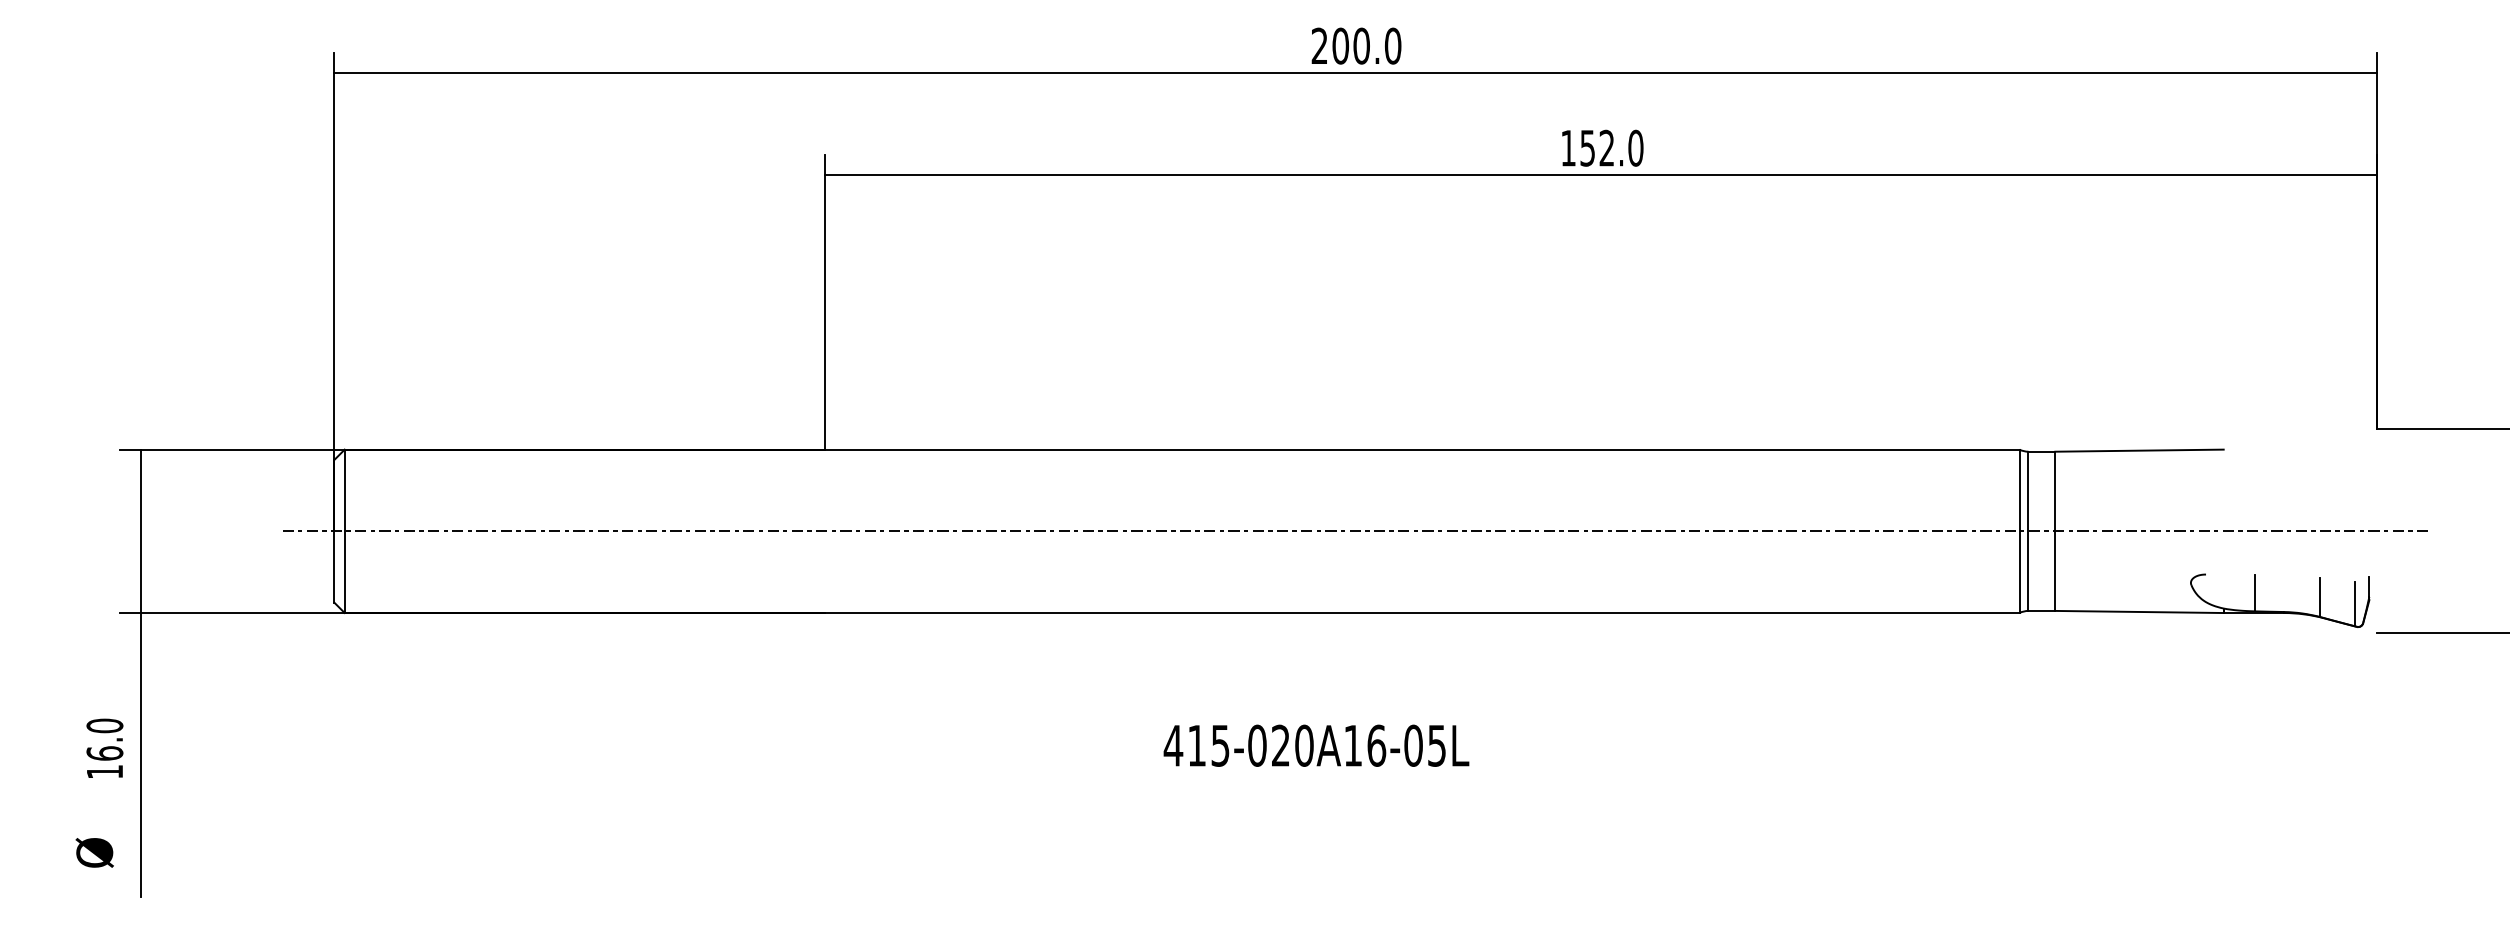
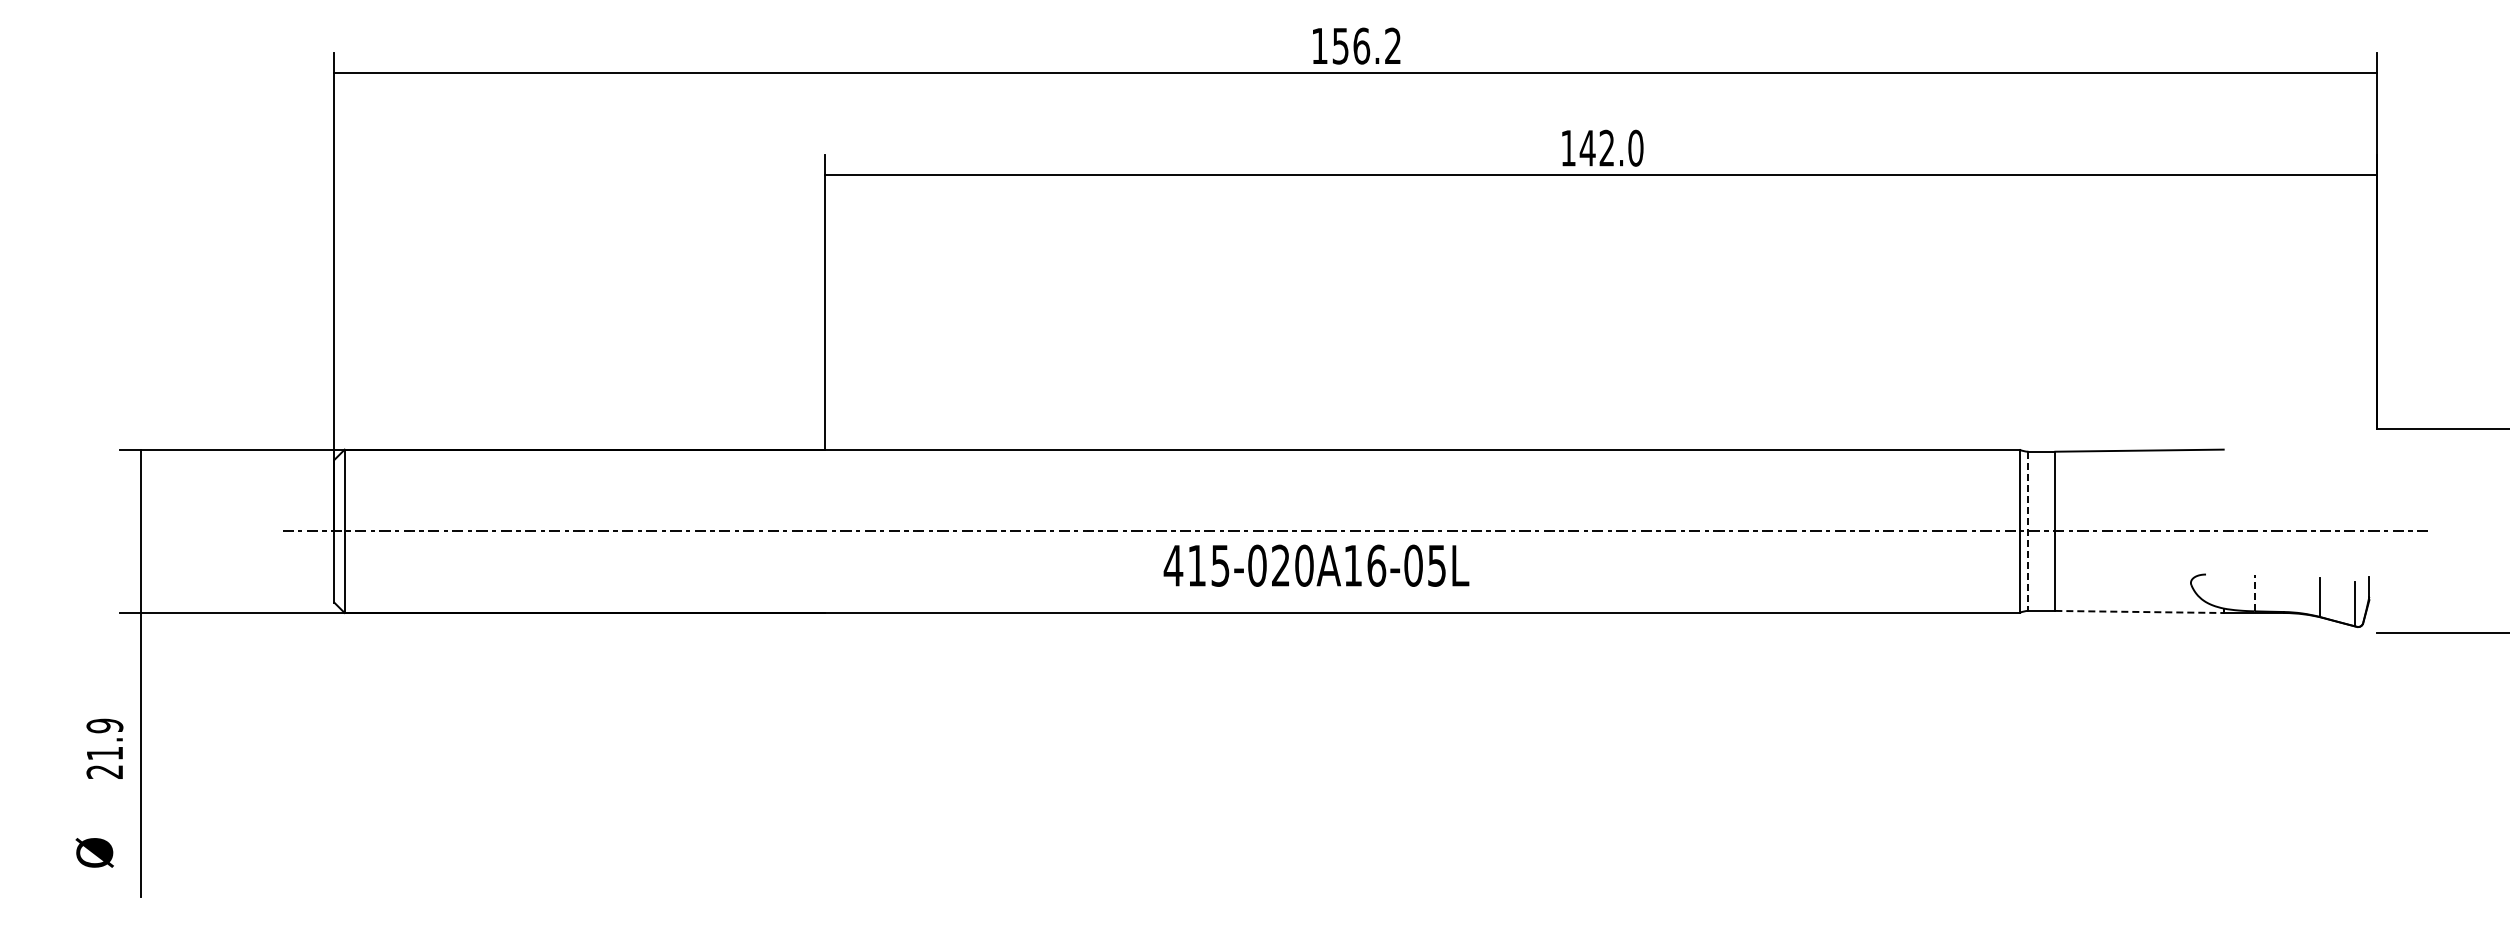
text at (1356, 45): 200.0 -> 156.2
text at (1587, 148): 152.0 -> 142.0
line at (2028, 531): solid -> dashed
line at (2254, 592): solid -> dashed
line at (2140, 611): solid -> dashed
text at (1316, 745) position: (1316, 745) -> (1316, 565)
text at (104, 748): 16.0 -> 21.9
